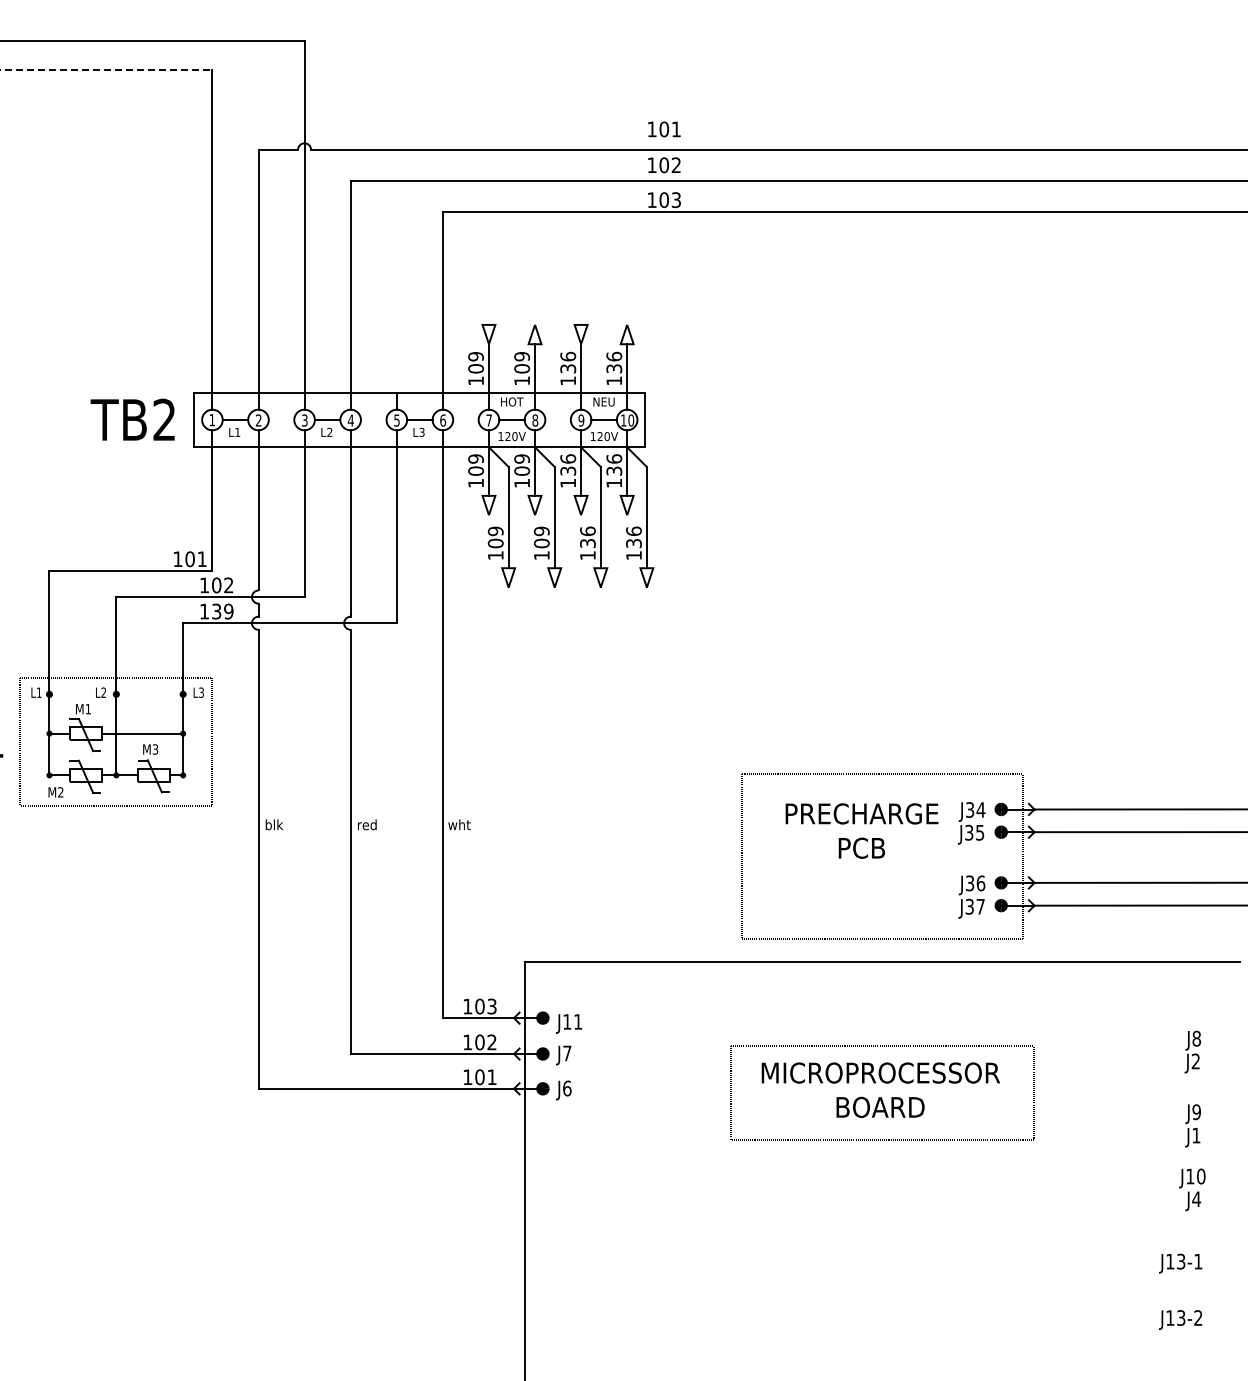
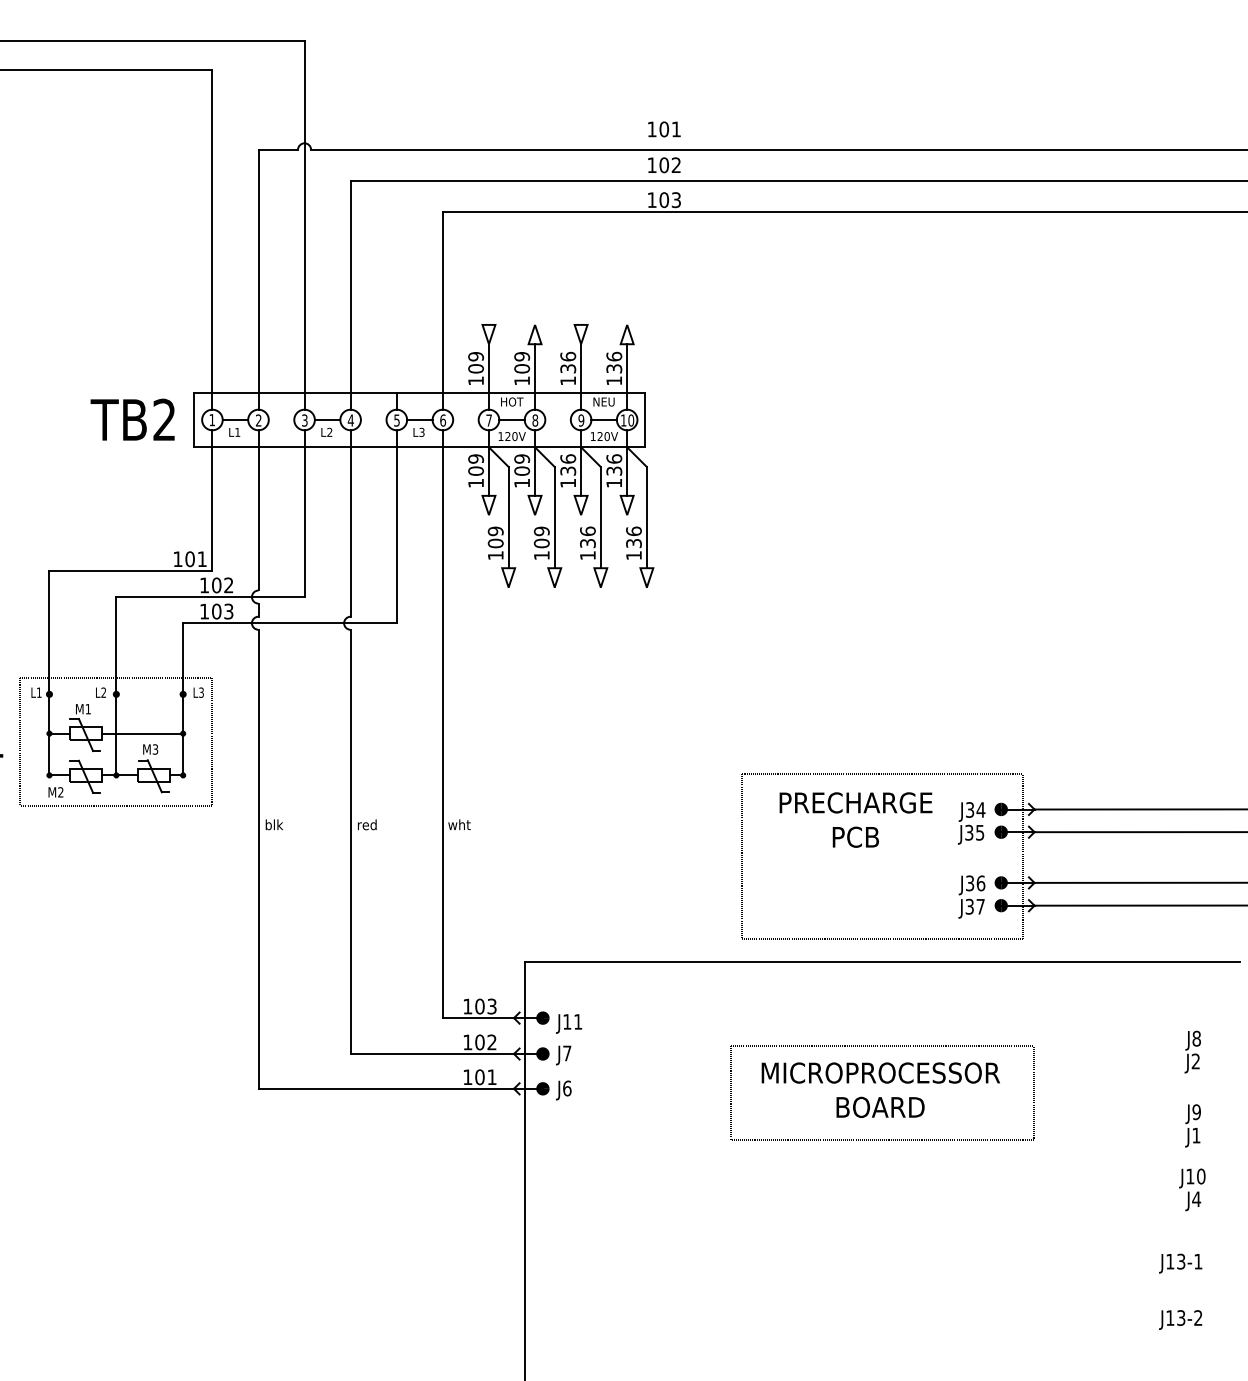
line at (106, 69): dashed -> solid
text at (222, 611): 139 -> 103
text at (861, 830) position: (861, 830) -> (855, 819)
